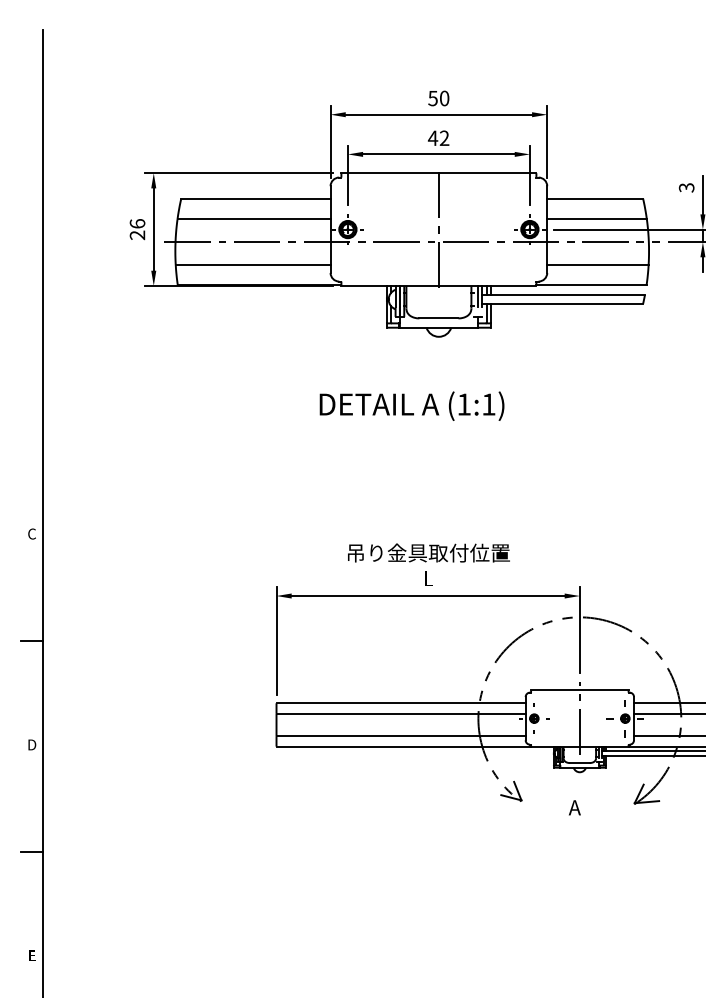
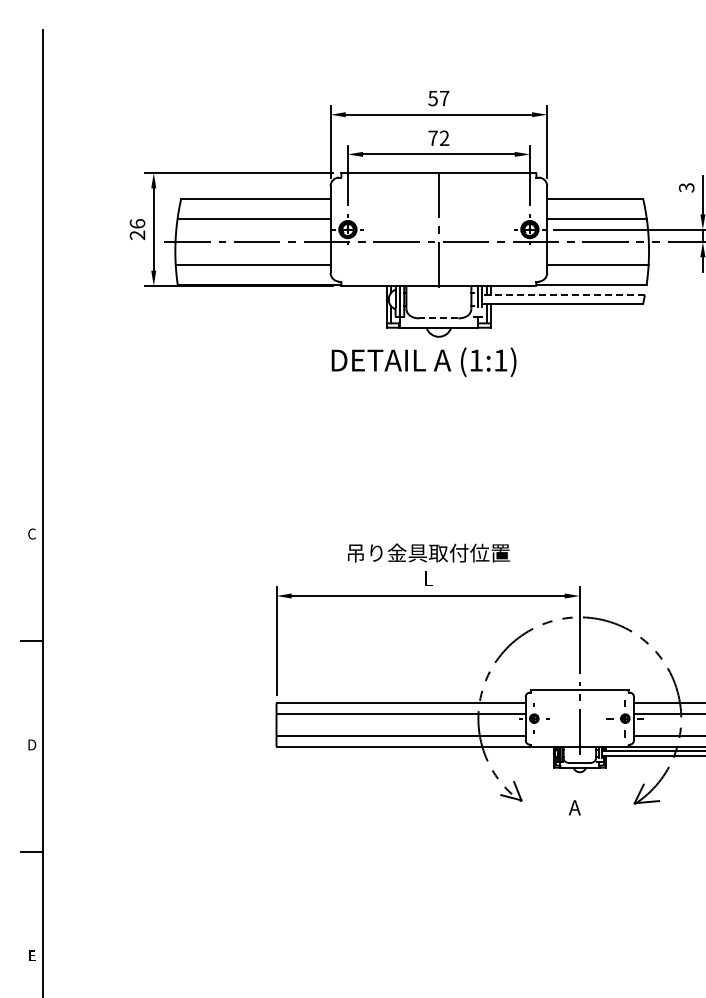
text at (444, 98): 50 -> 57
text at (432, 137): 42 -> 72
line at (563, 295): solid -> dashed
line at (438, 318): solid -> dashed
text at (411, 405) position: (411, 405) -> (423, 361)
